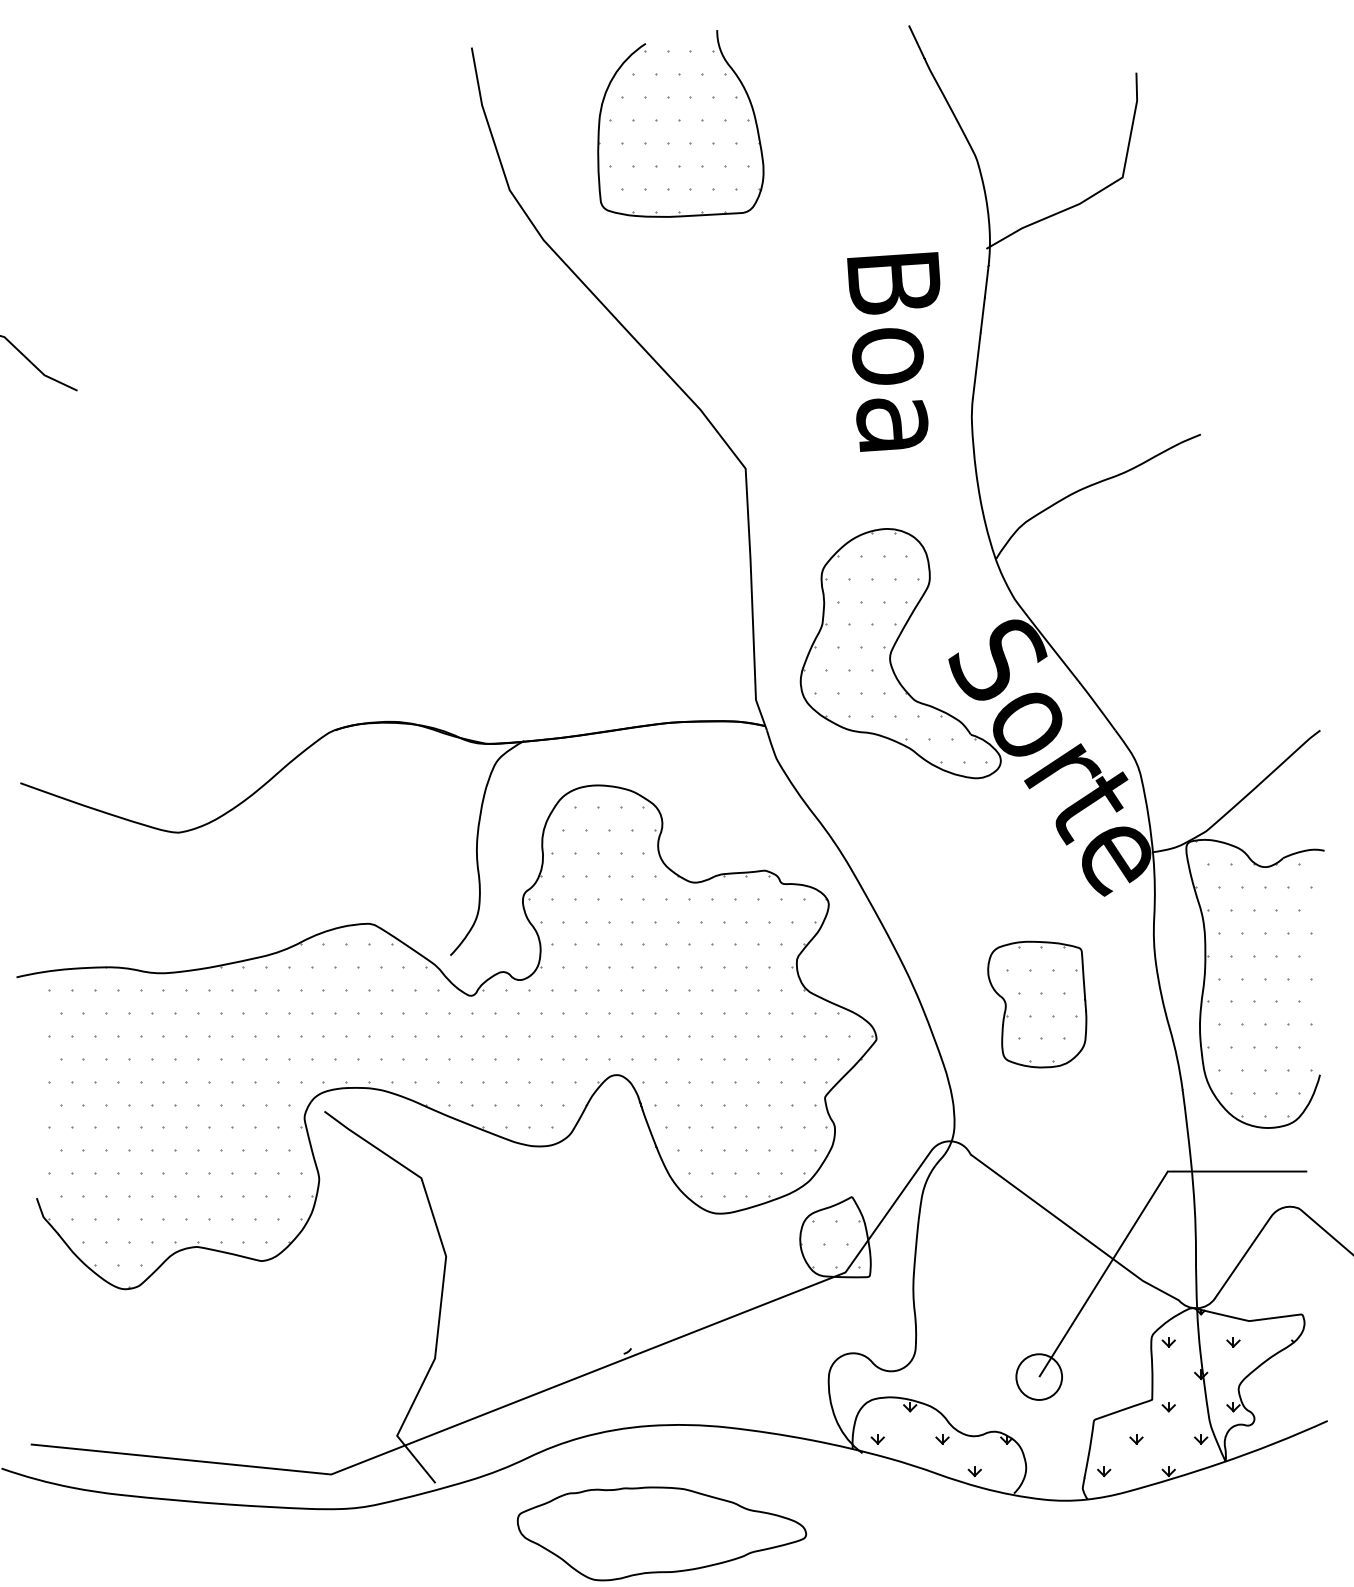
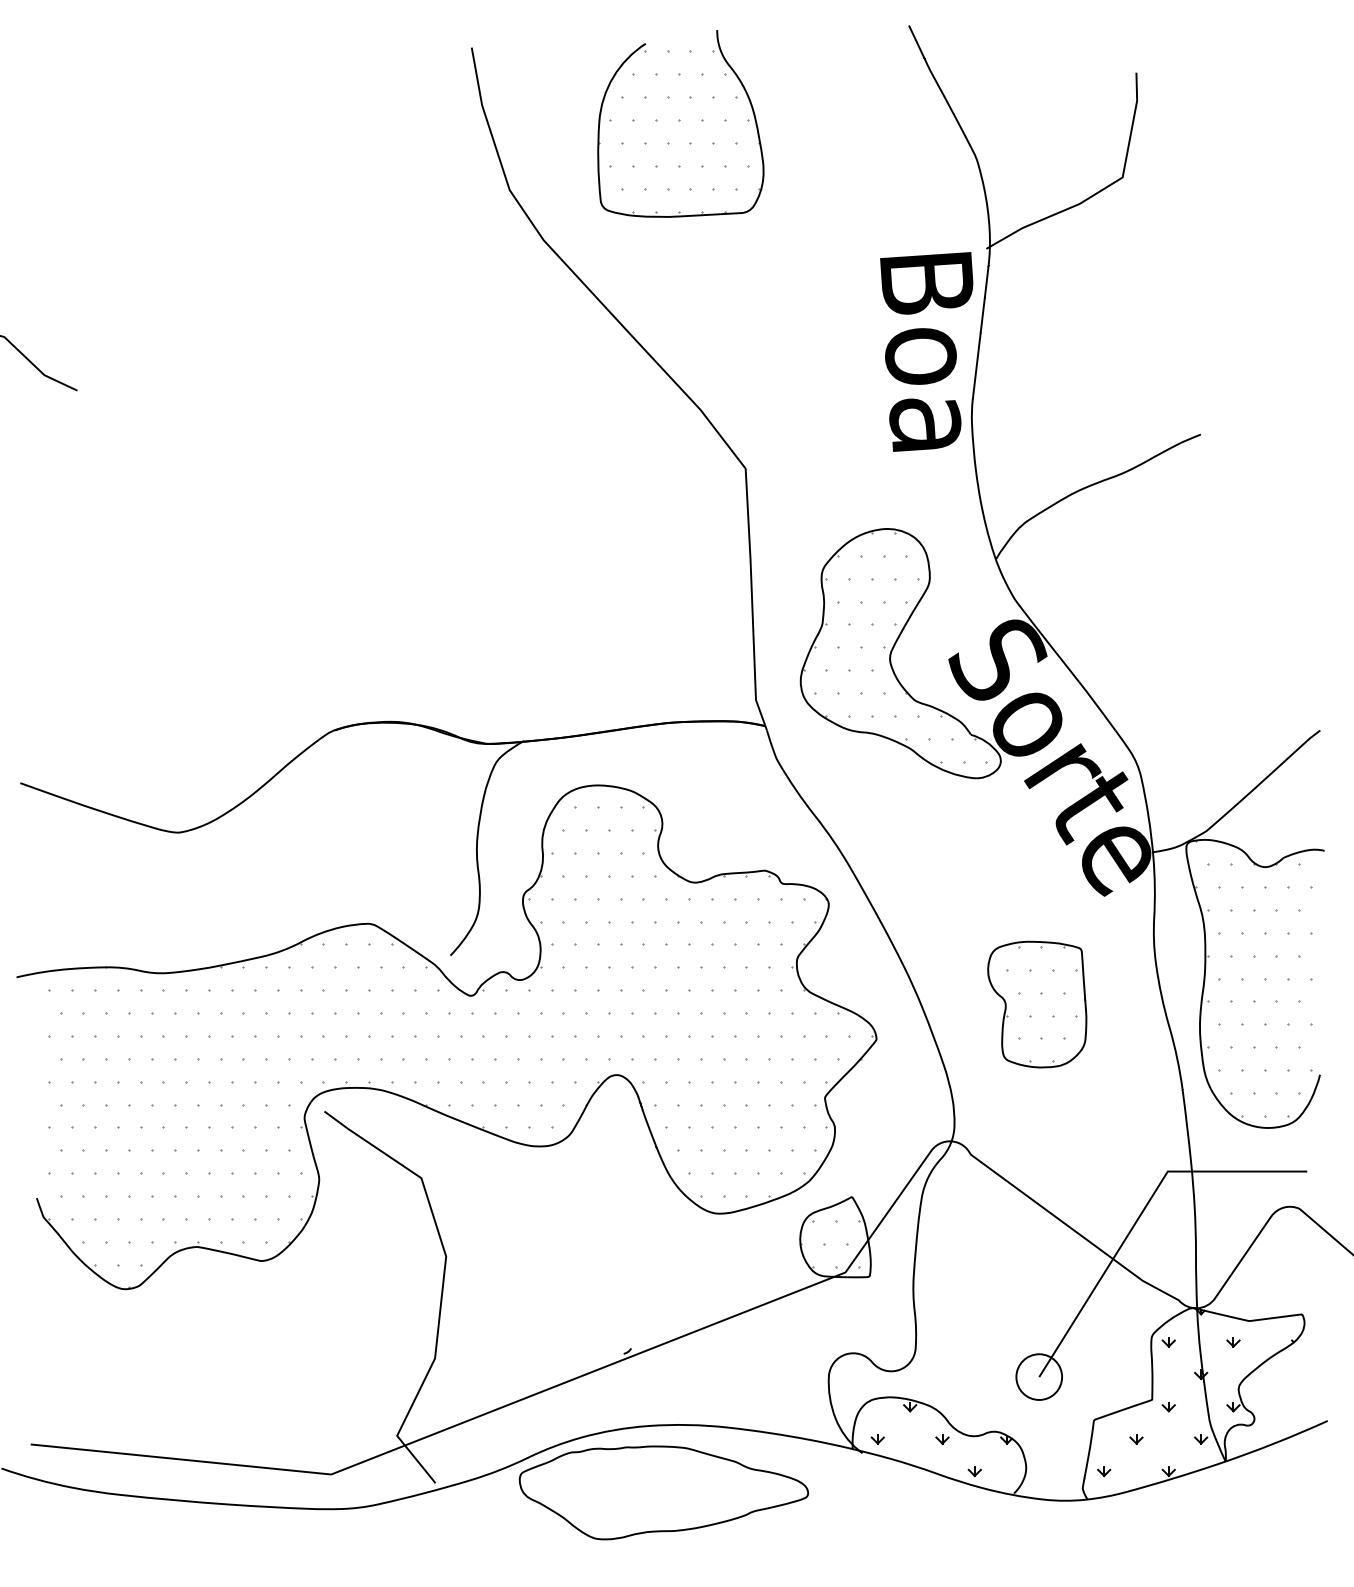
text at (893, 351) position: (893, 351) -> (926, 351)
part at (661, 1533) position: (661, 1533) -> (663, 1492)
